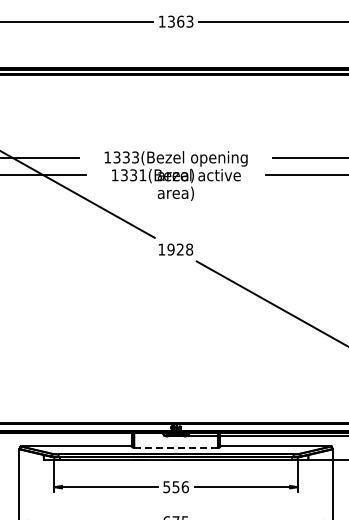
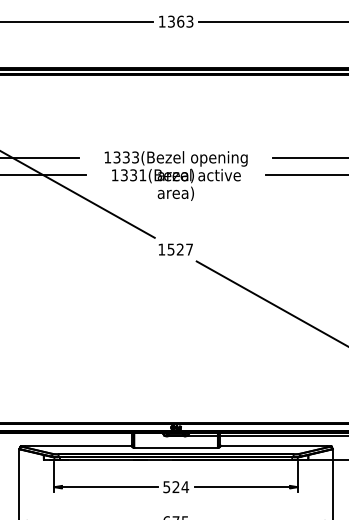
text at (180, 249): 1928 -> 1527
line at (176, 447): dashed -> solid
text at (180, 487): 556 -> 524
